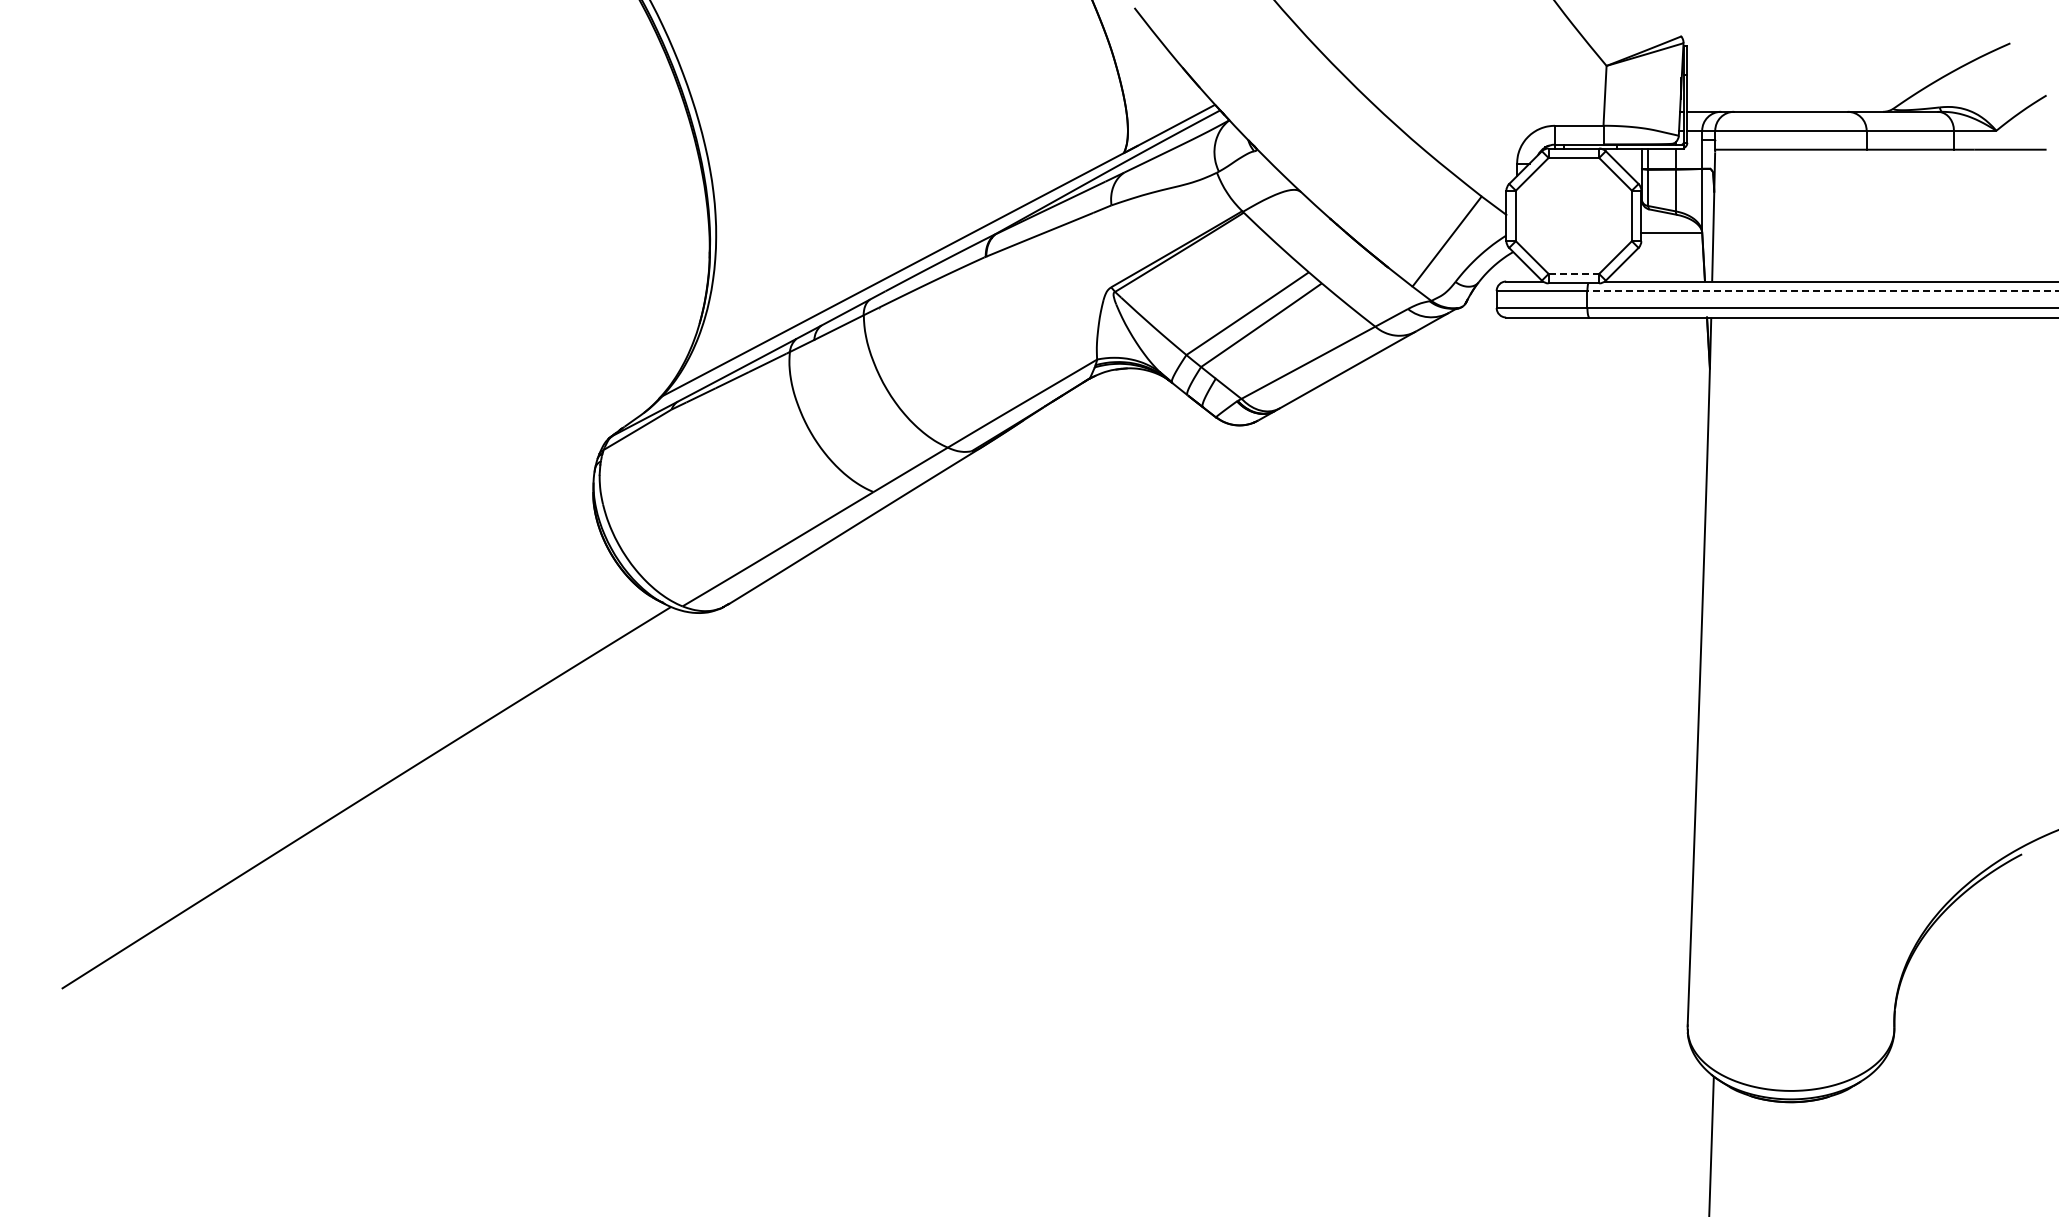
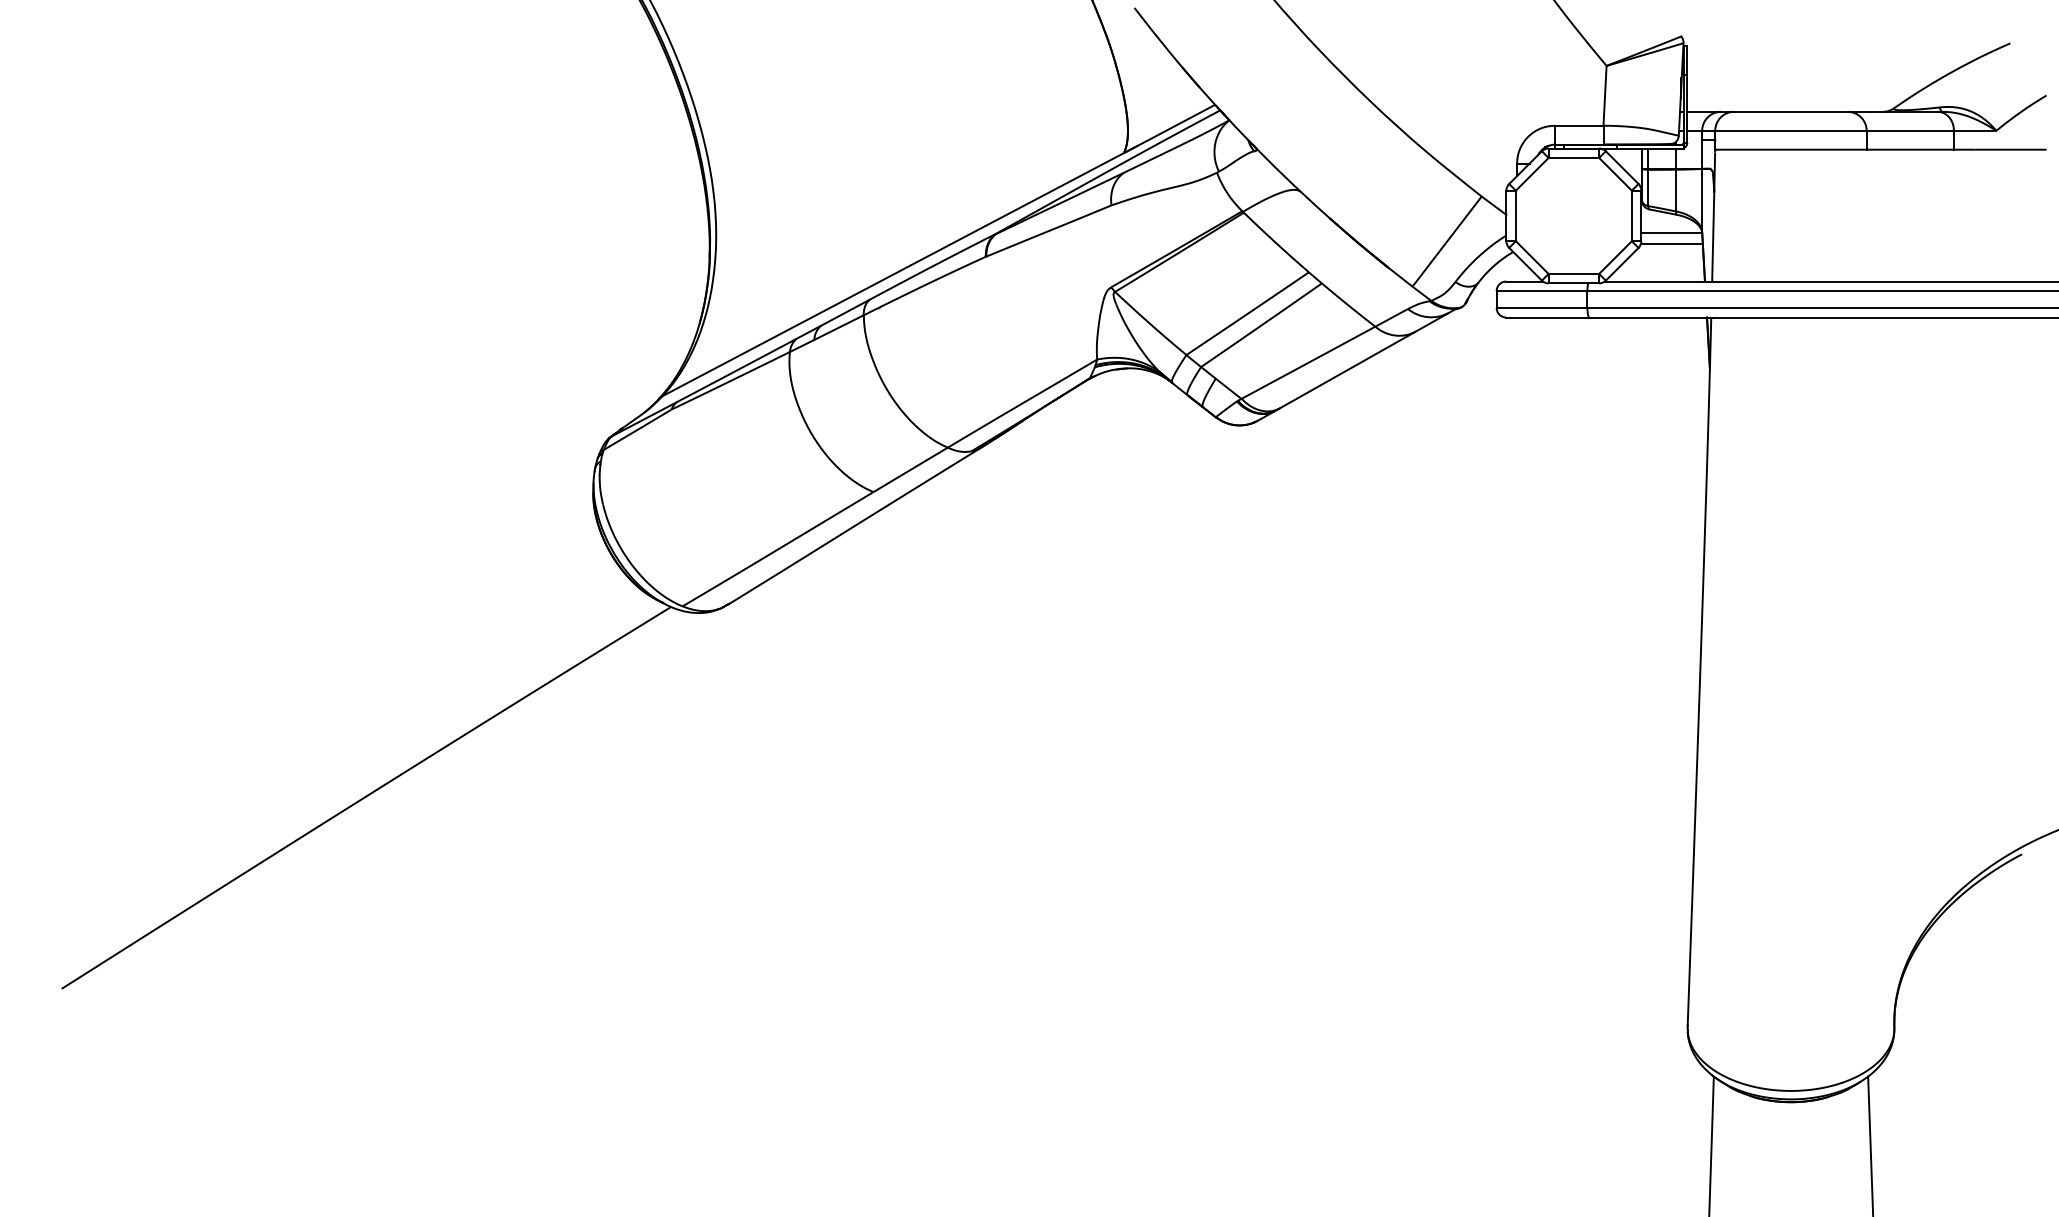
line at (1671, 244): none -> present
line at (1574, 273): dashed -> solid
line at (1822, 291): dashed -> solid
line at (1870, 1144): none -> present
